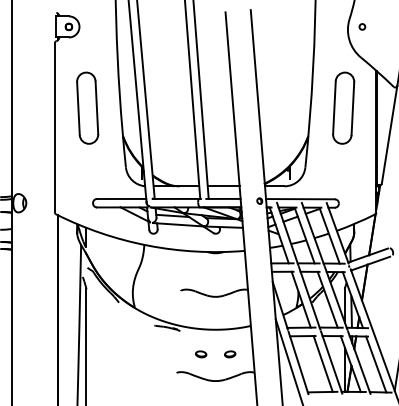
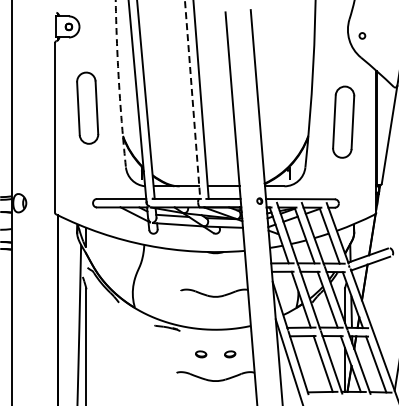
circle at (362, 26) position: (362, 26) -> (362, 35)
arc at (119, 84): solid -> dashed
line at (192, 100): solid -> dashed
part at (343, 107) position: (343, 107) -> (343, 121)
